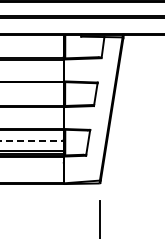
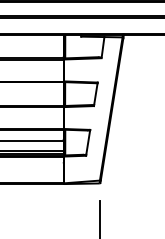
line at (32, 141): dashed -> solid
